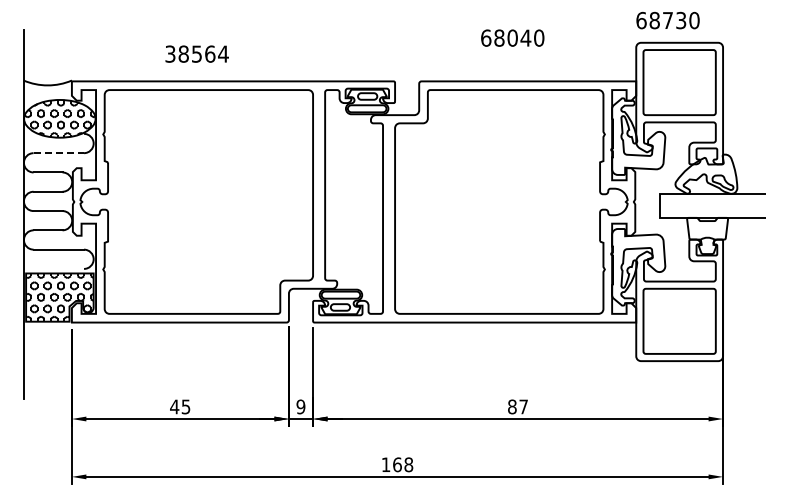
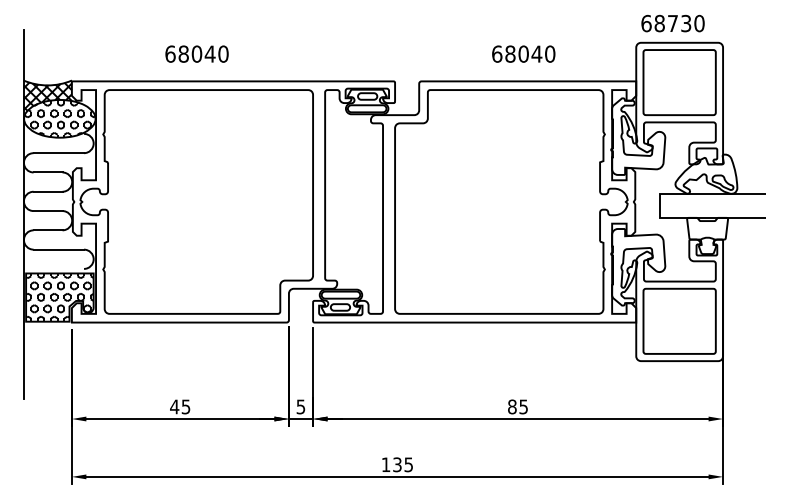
text at (667, 20) position: (667, 20) -> (672, 23)
text at (512, 37) position: (512, 37) -> (523, 53)
text at (196, 53): 38564 -> 68040
hatch at (49, 100): none -> present
line at (59, 153): dashed -> solid
text at (300, 406): 9 -> 5
text at (523, 406): 87 -> 85
text at (403, 464): 168 -> 135
